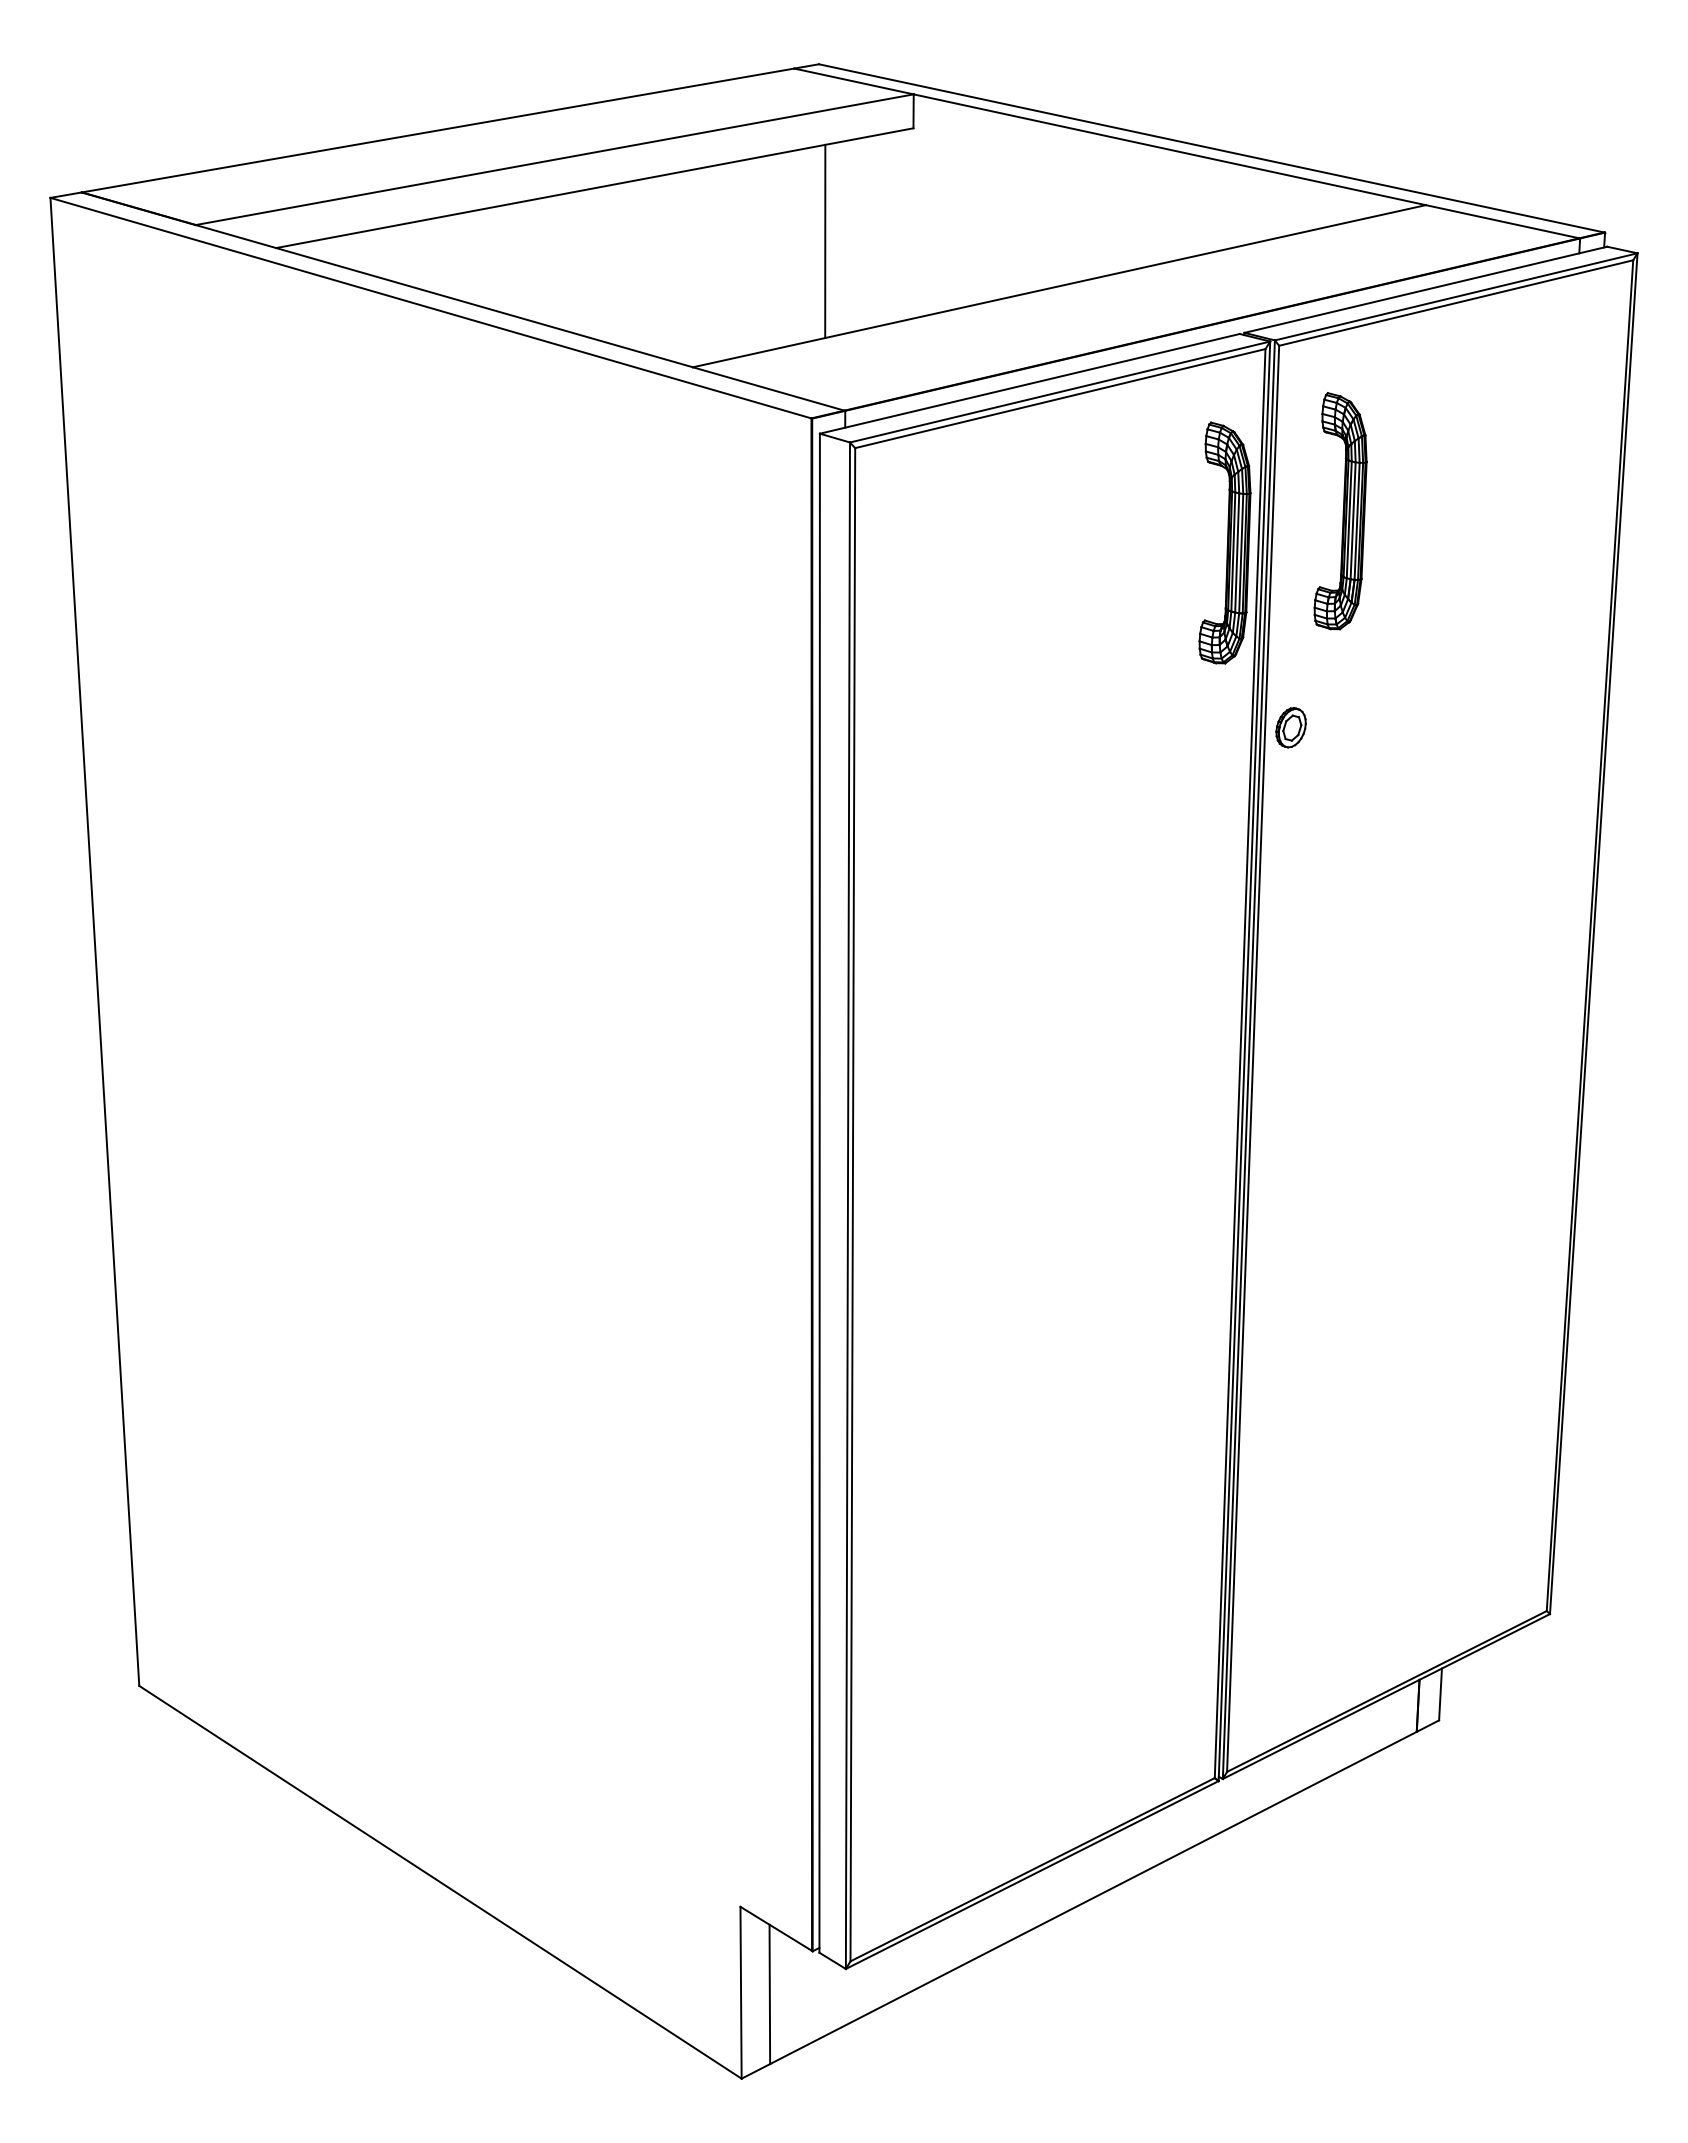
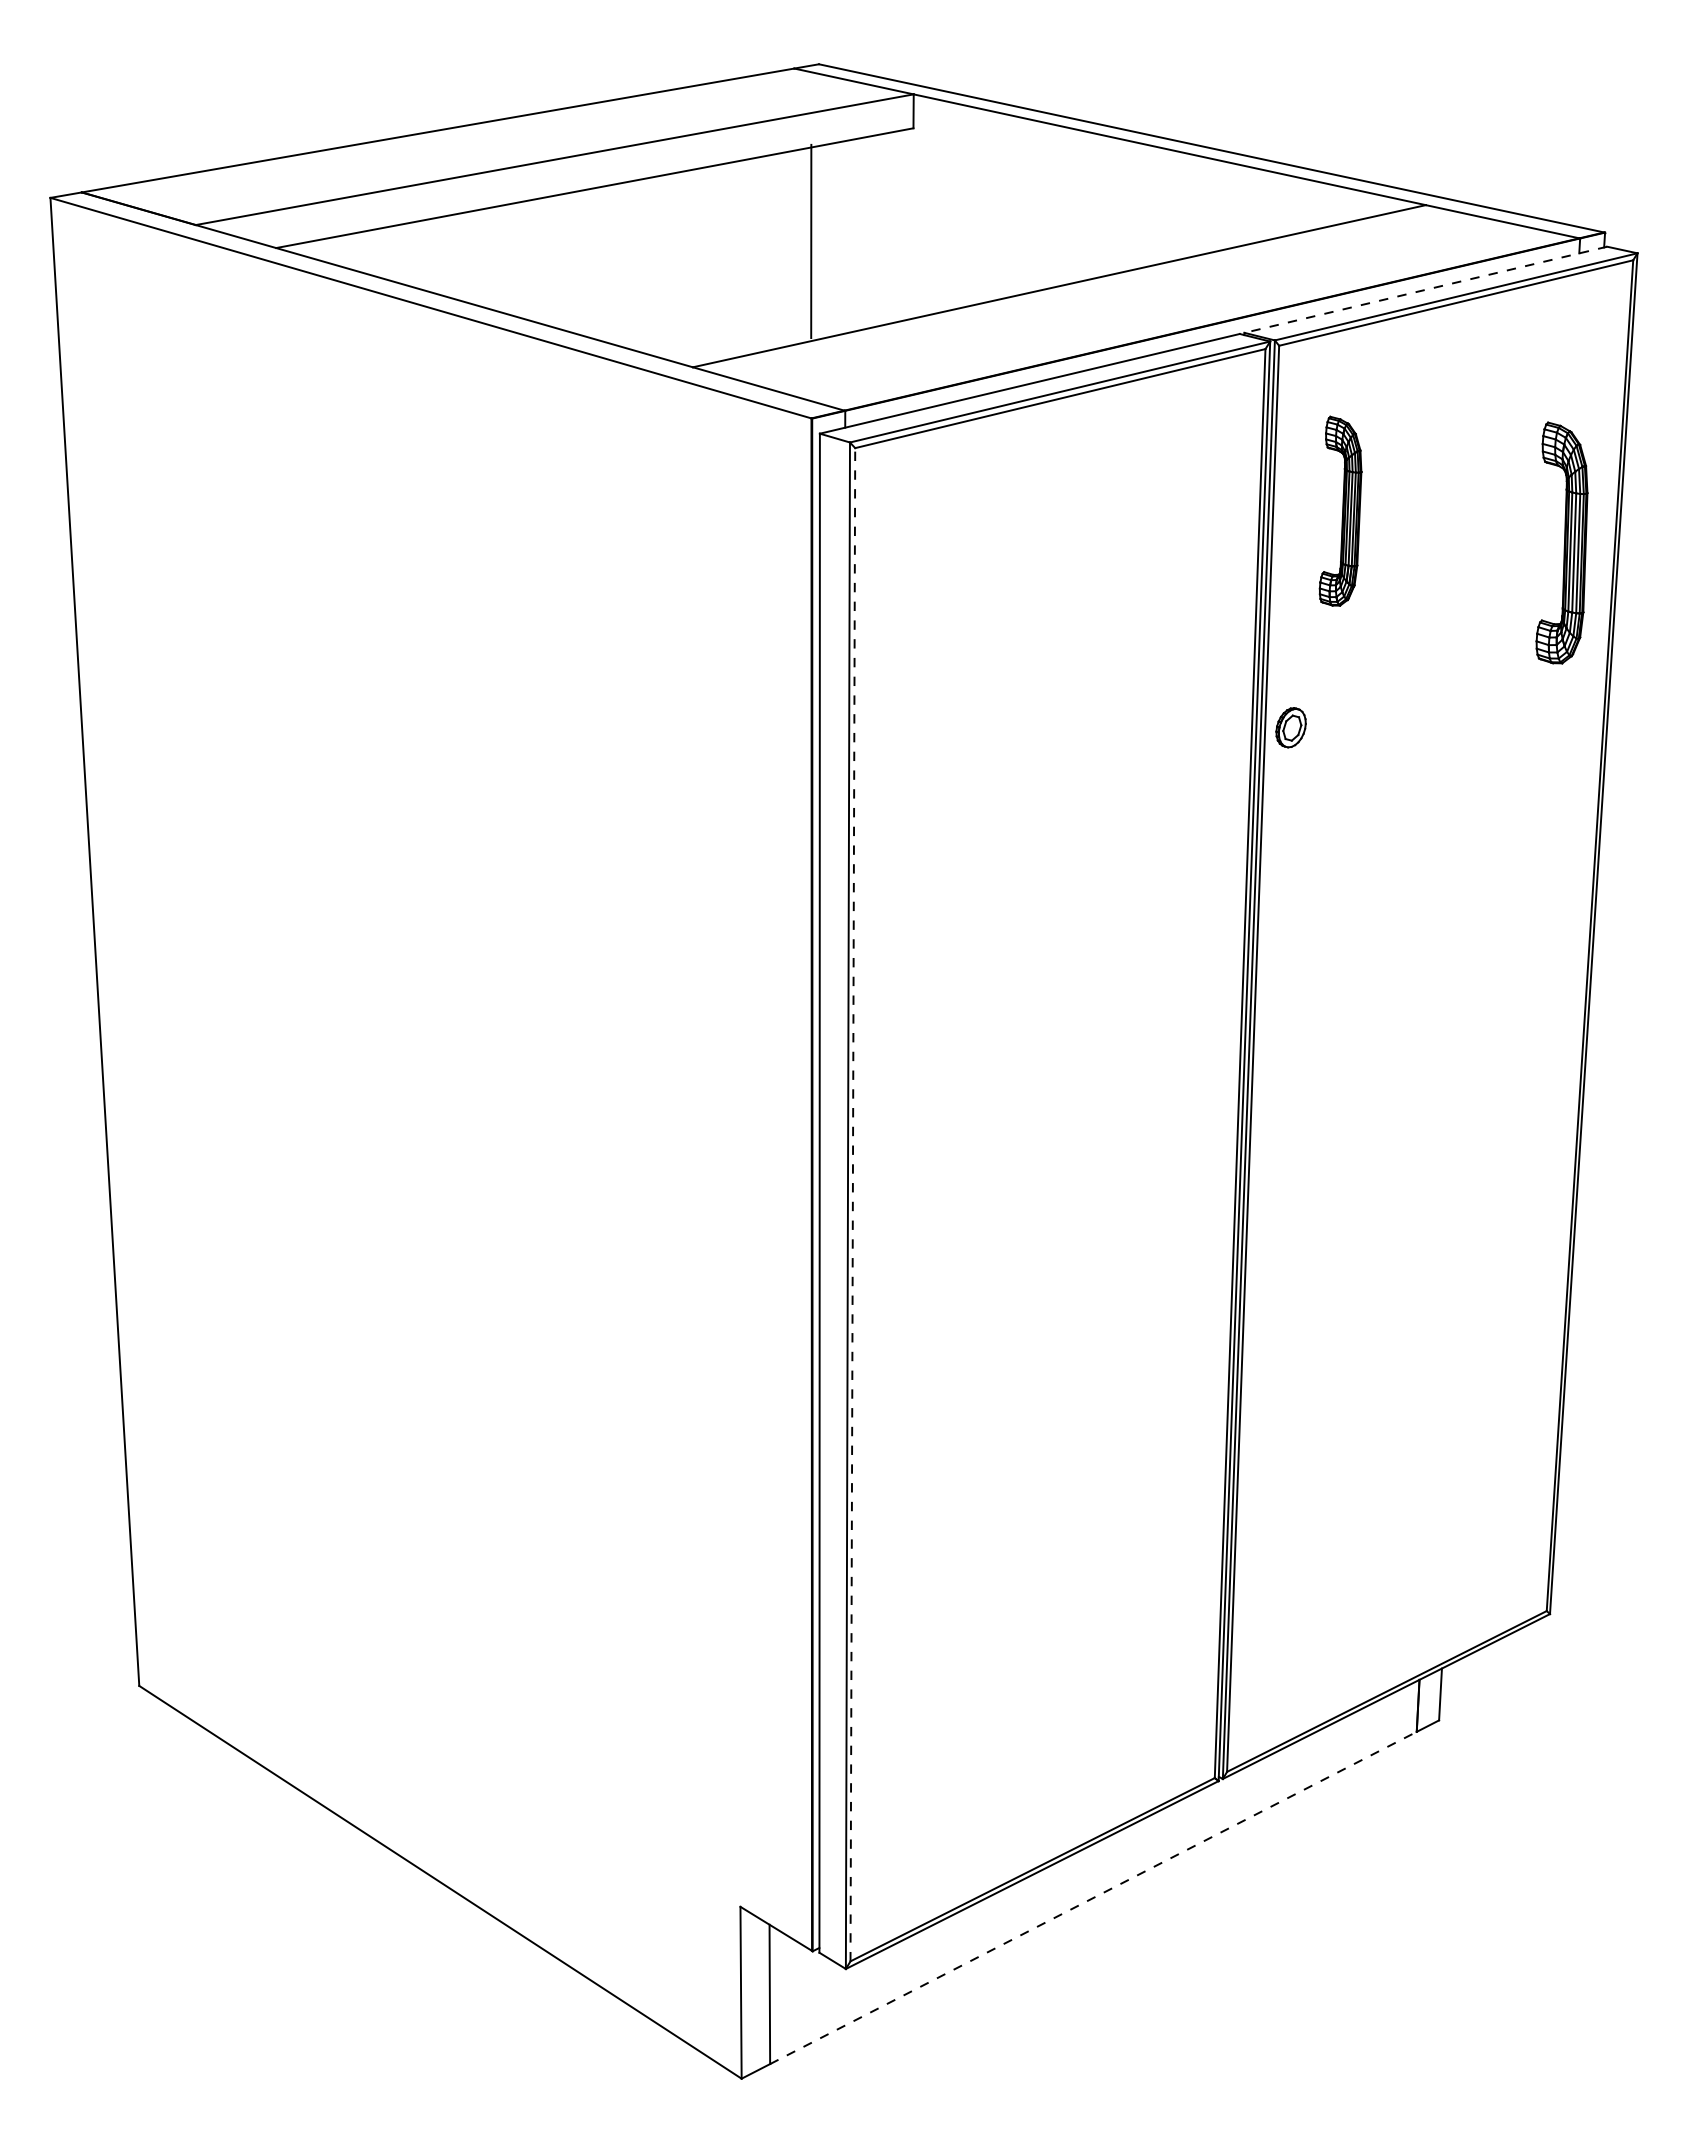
line at (825, 241) position: (825, 241) -> (811, 241)
line at (1425, 289): solid -> dashed
part at (1340, 511) size: 55x239 px -> 45x192 px
part at (1224, 542) position: (1224, 542) -> (1561, 542)
line at (852, 1204): solid -> dashed
line at (1093, 1897): solid -> dashed
